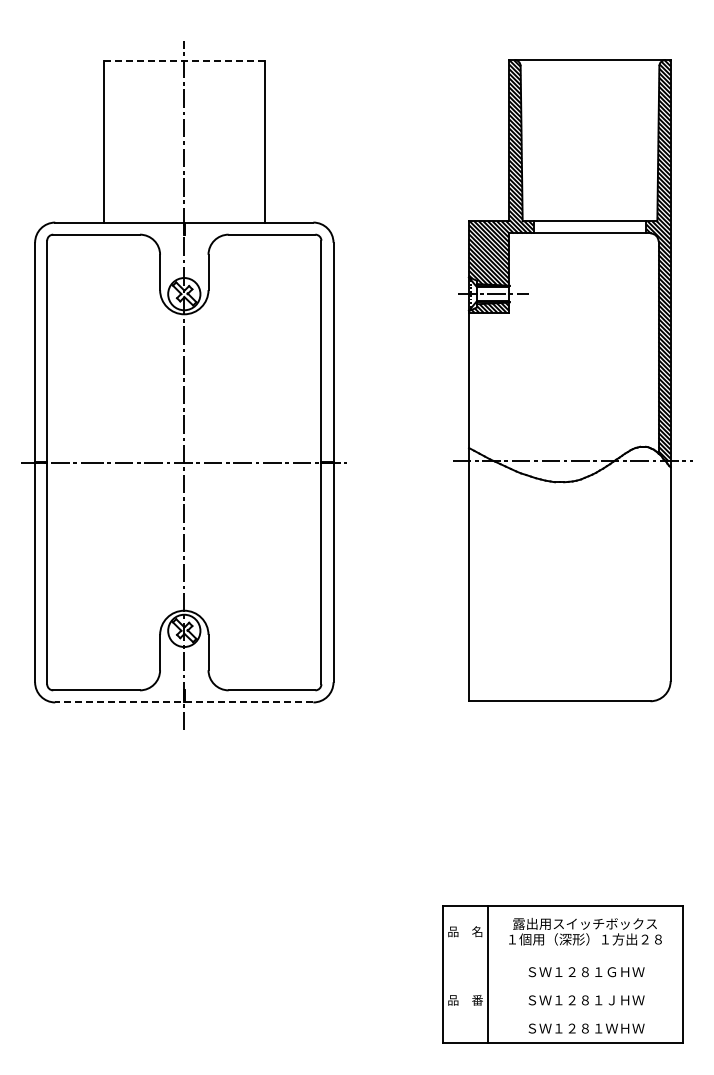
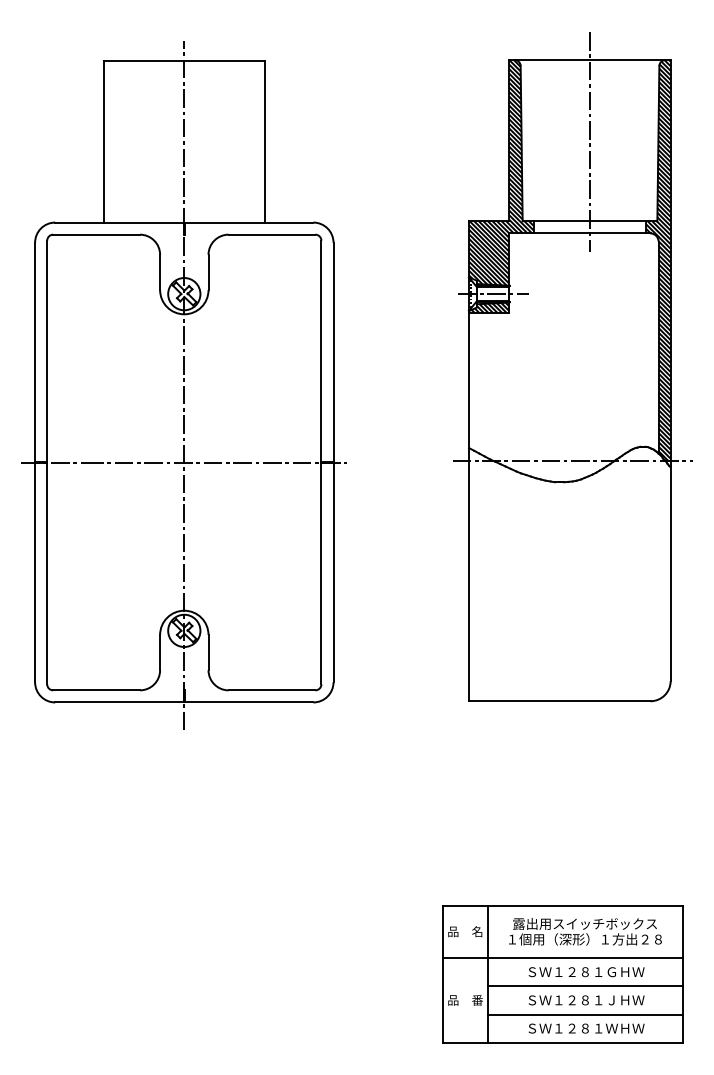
line at (184, 61): dashed -> solid
line at (590, 141): none -> present
line at (183, 702): dashed -> solid
line at (563, 958): none -> present
line at (585, 986): none -> present
line at (585, 1014): none -> present
